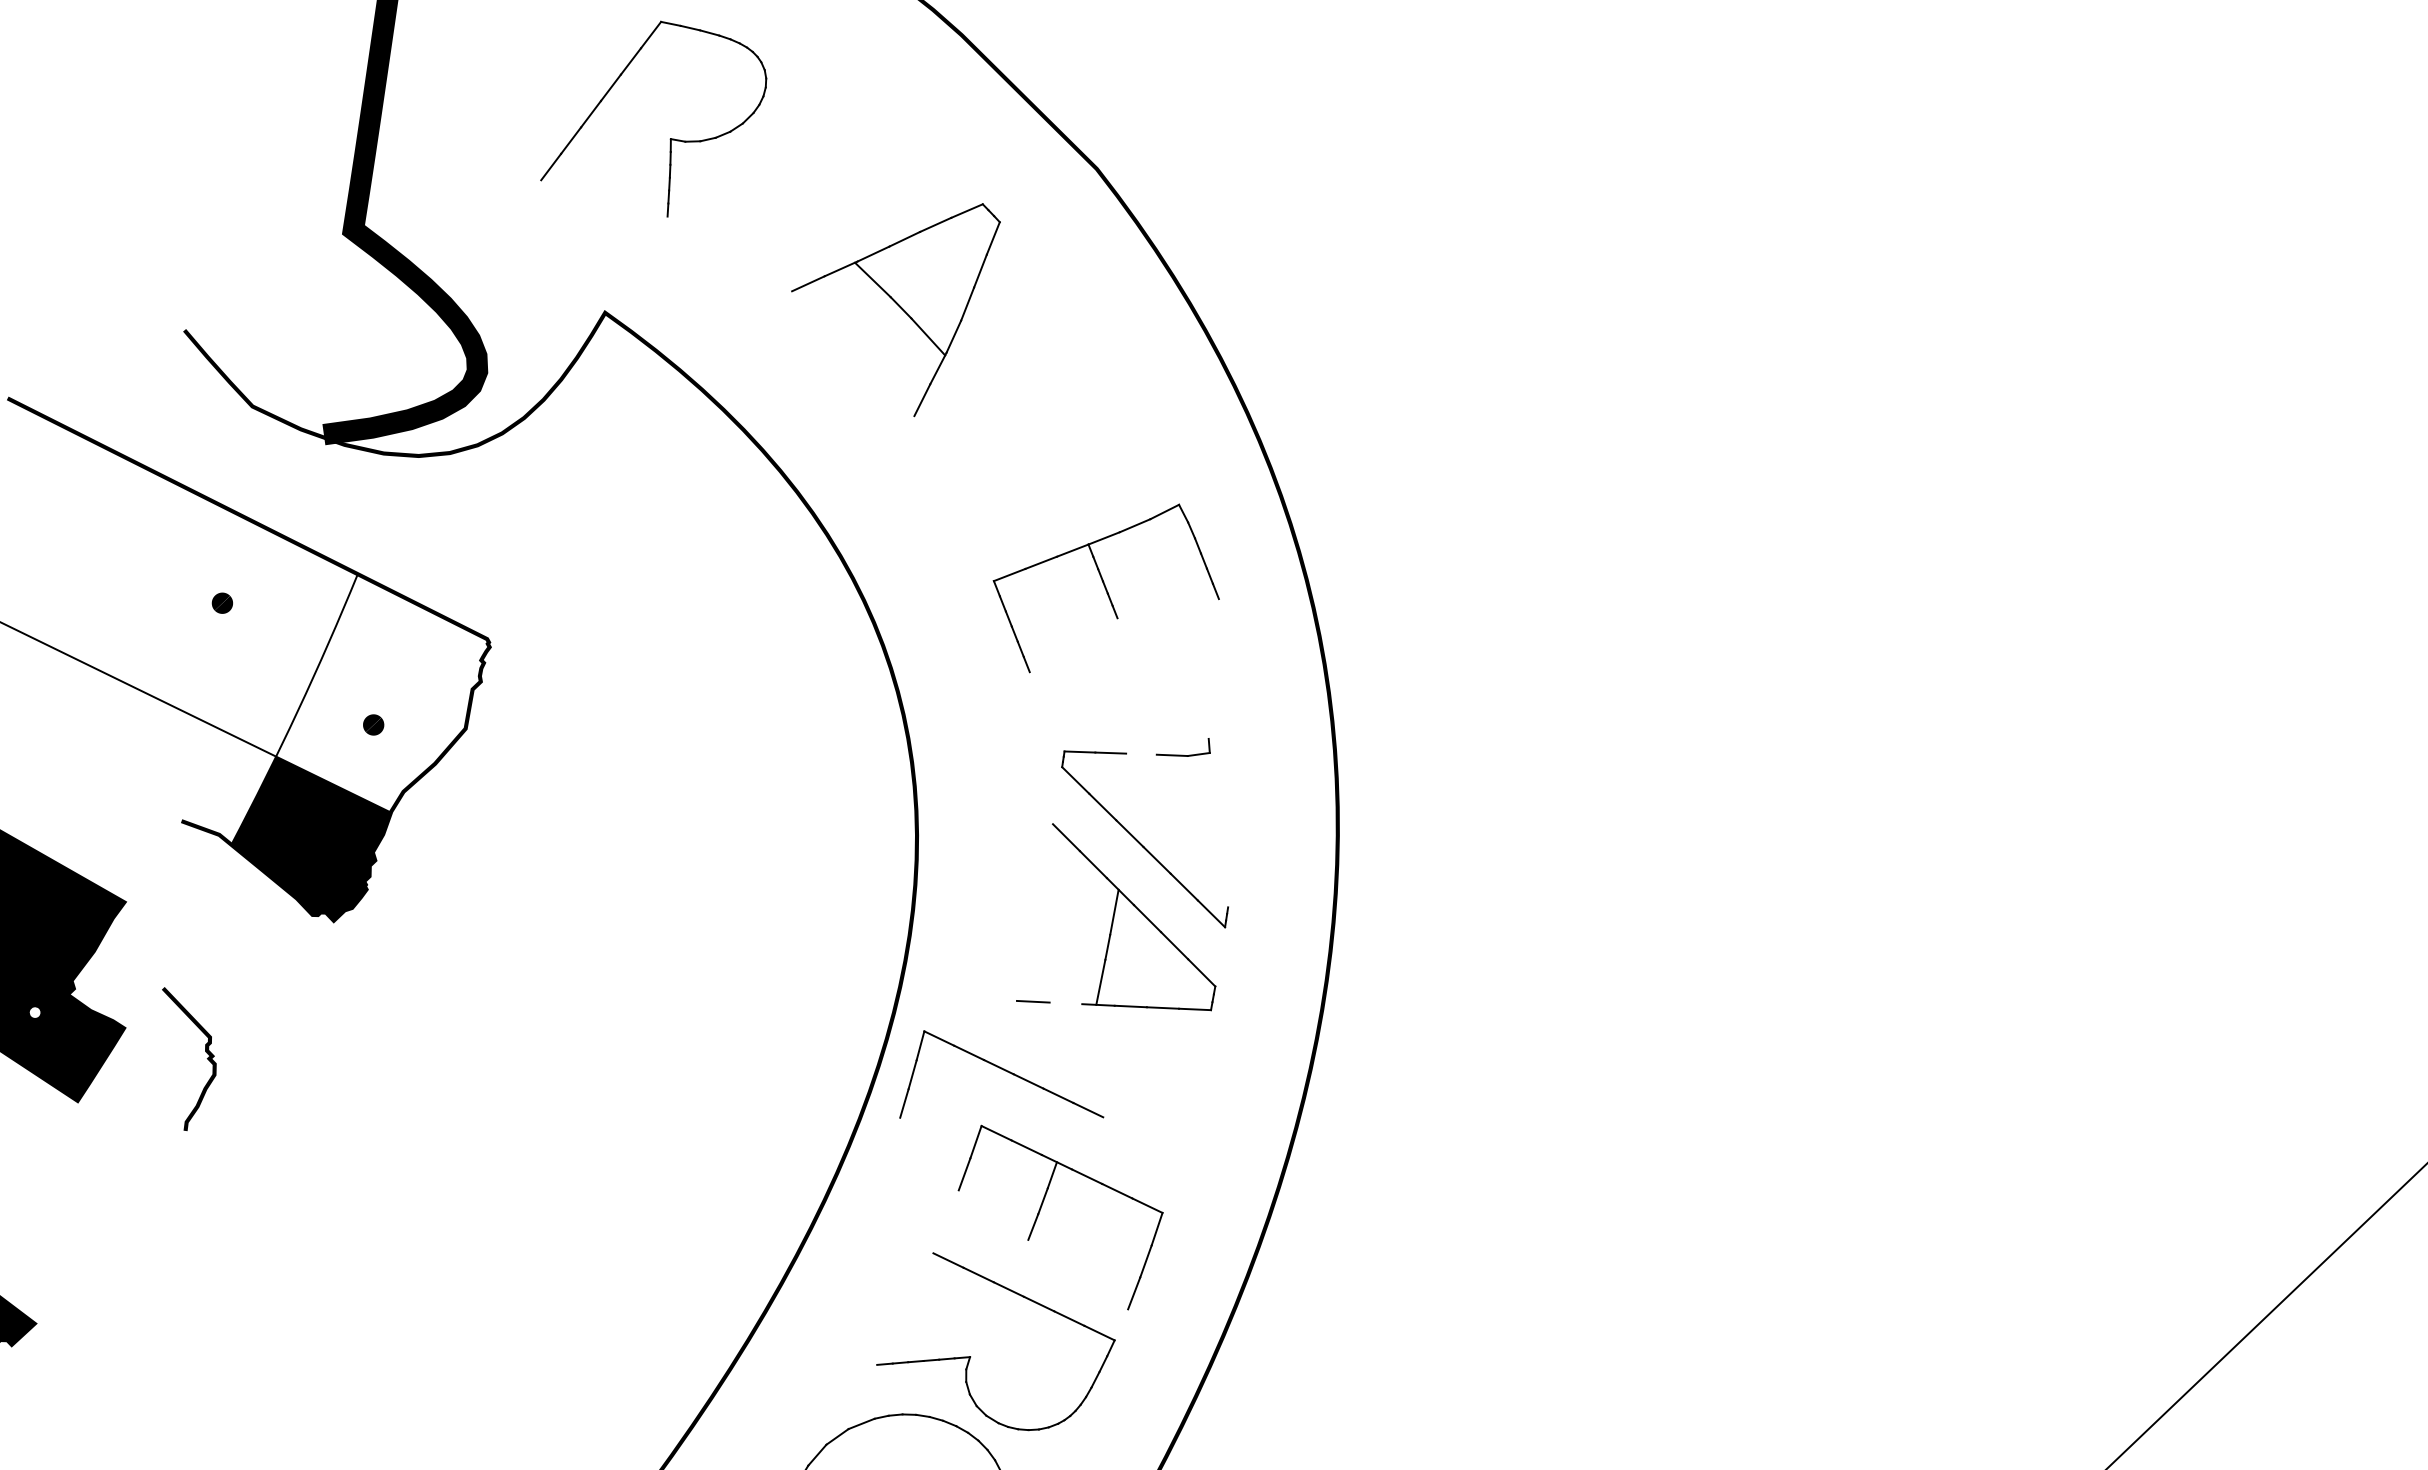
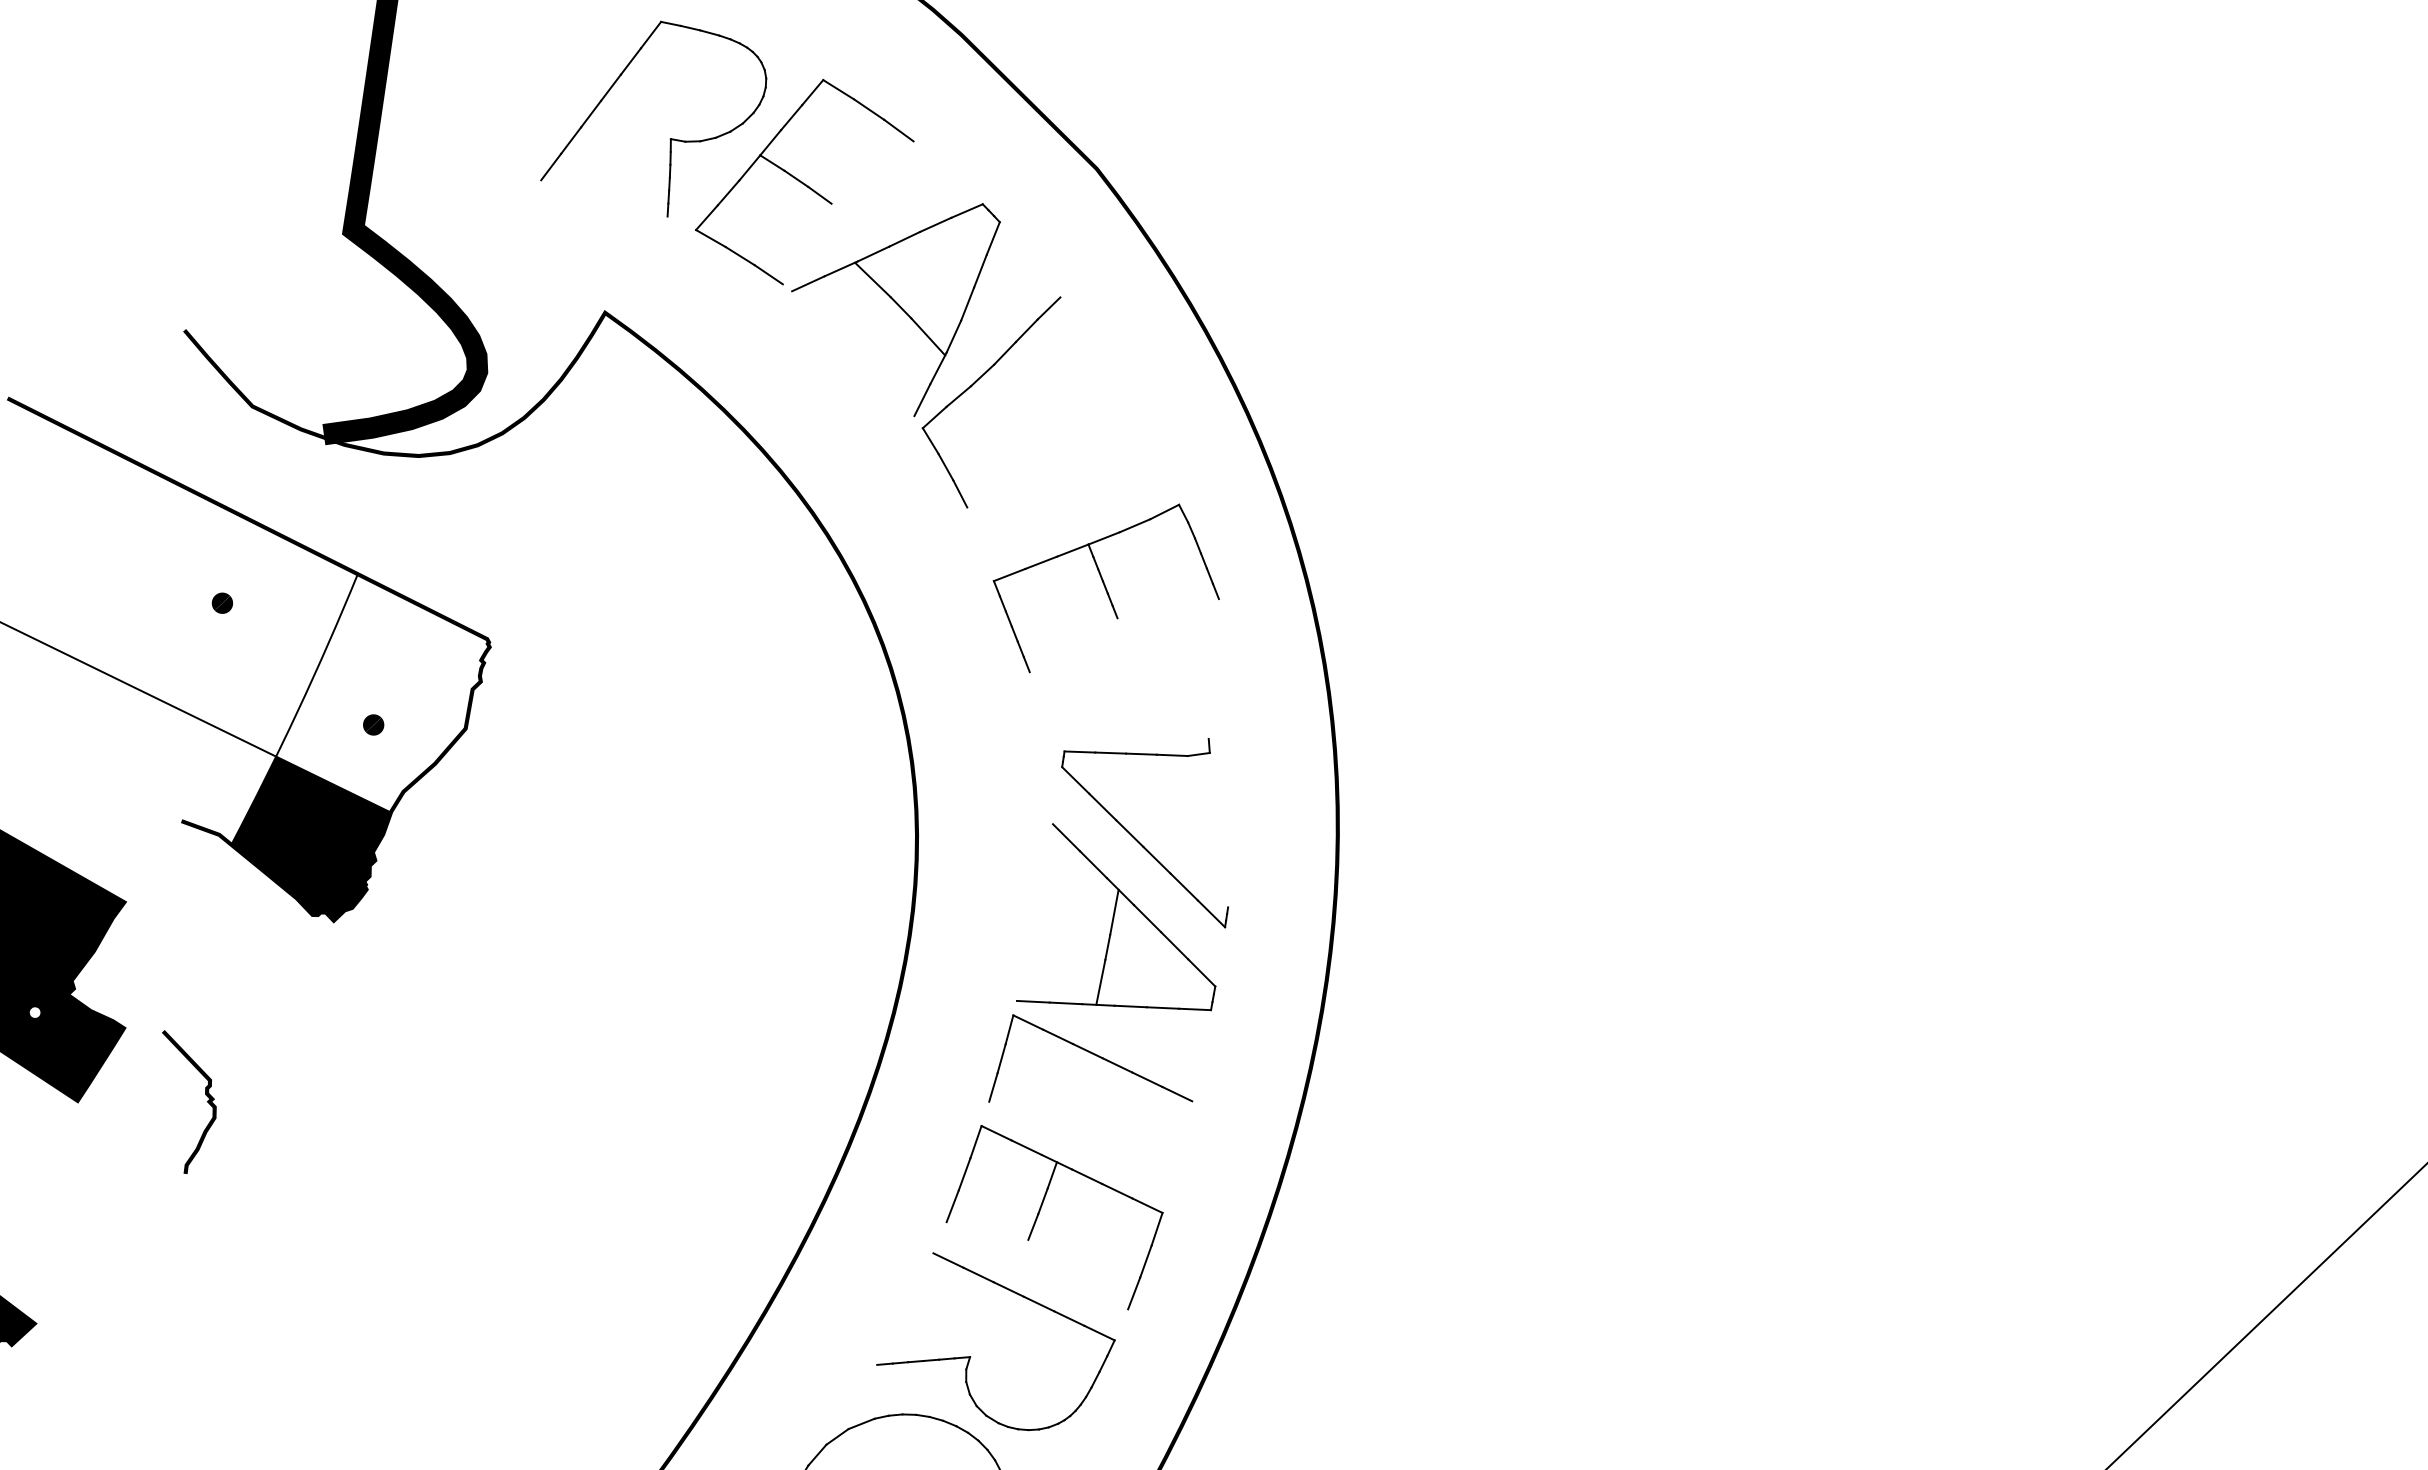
part at (804, 182): none -> present
part at (974, 384): none -> present
line at (1141, 753): none -> present
line at (1065, 1003): none -> present
curve at (206, 1058) position: (206, 1058) -> (206, 1101)
part at (1001, 1074) position: (1001, 1074) -> (1090, 1058)
line at (952, 1206): none -> present
